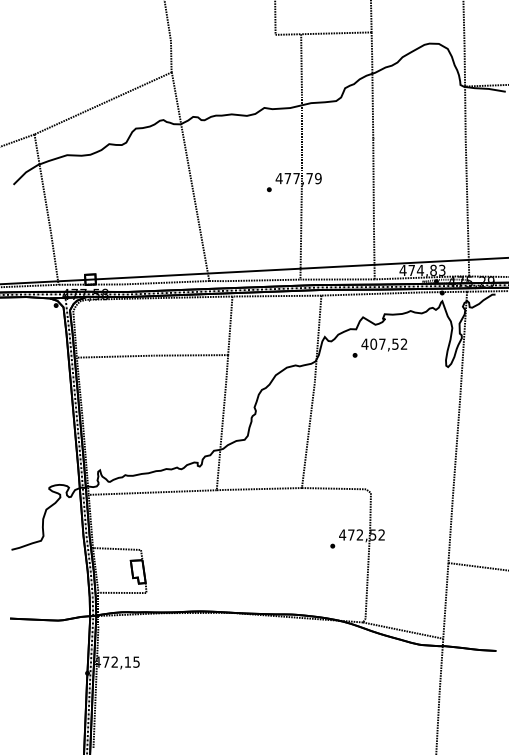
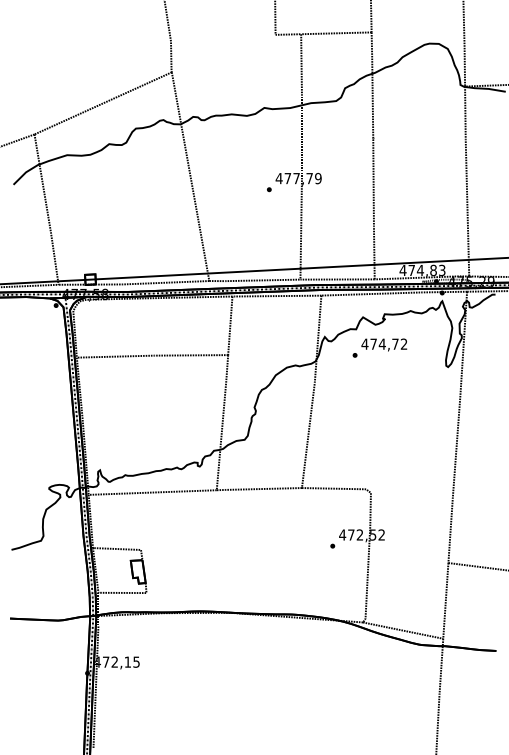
text at (384, 343): 407,52 -> 474,72
